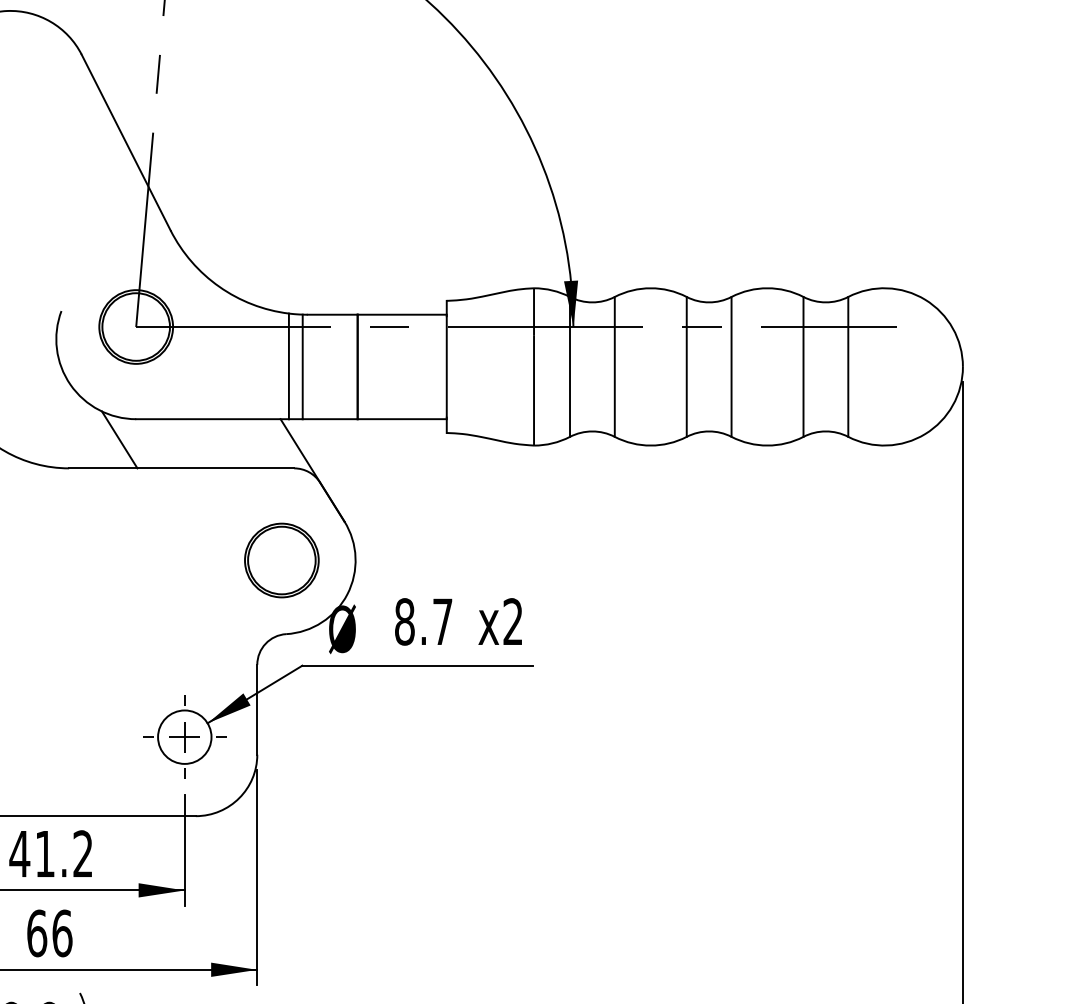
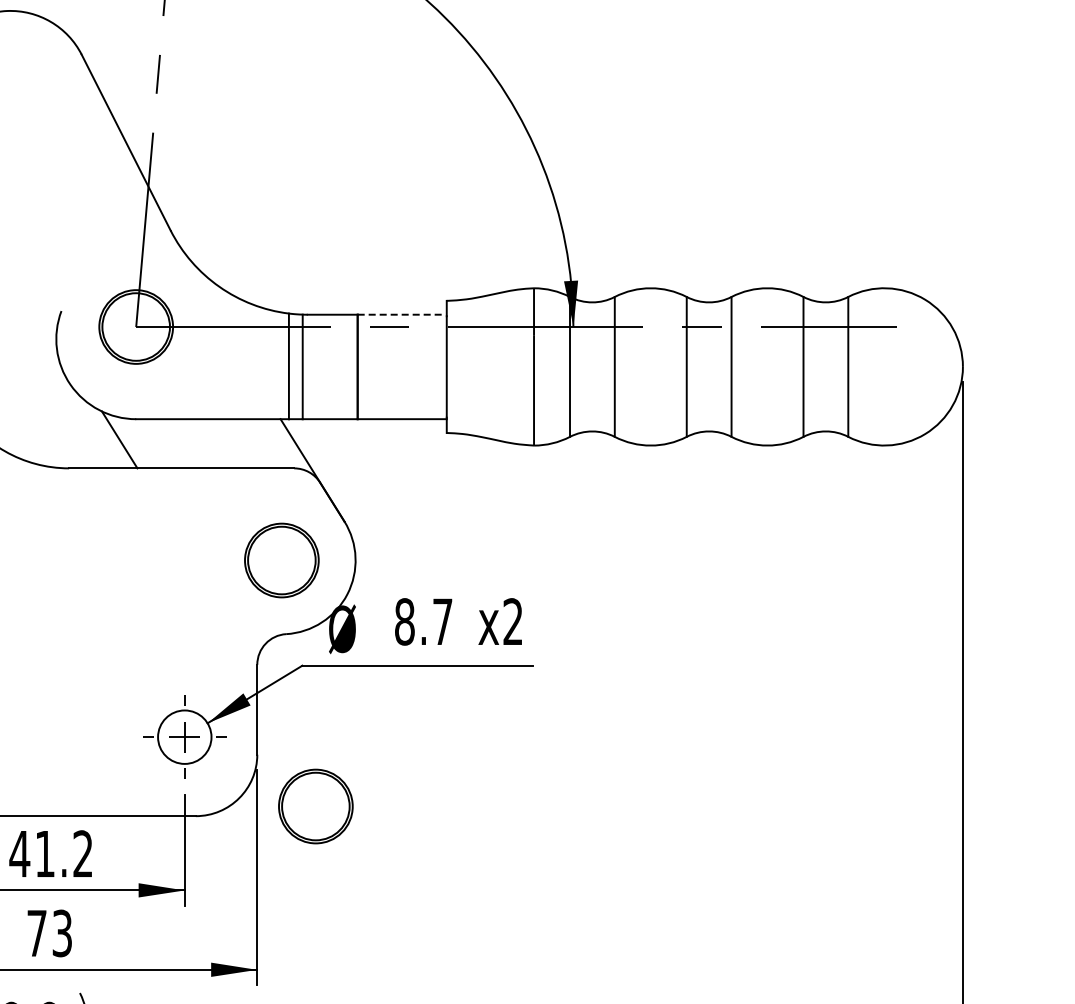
line at (402, 314): solid -> dashed
part at (315, 806): none -> present
text at (49, 933): 66 -> 73
